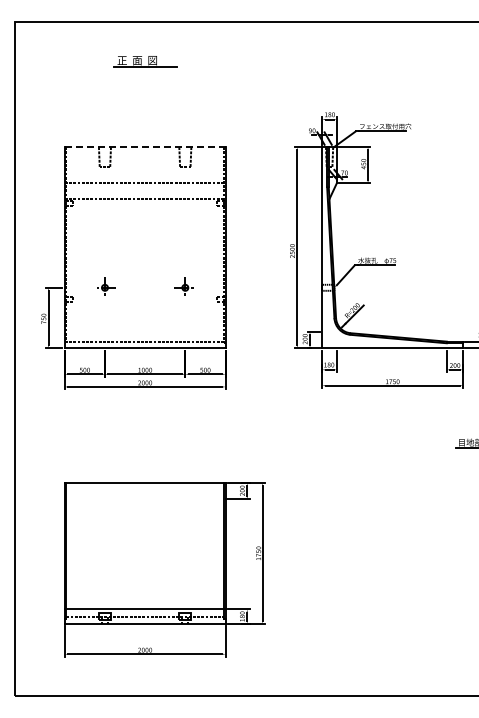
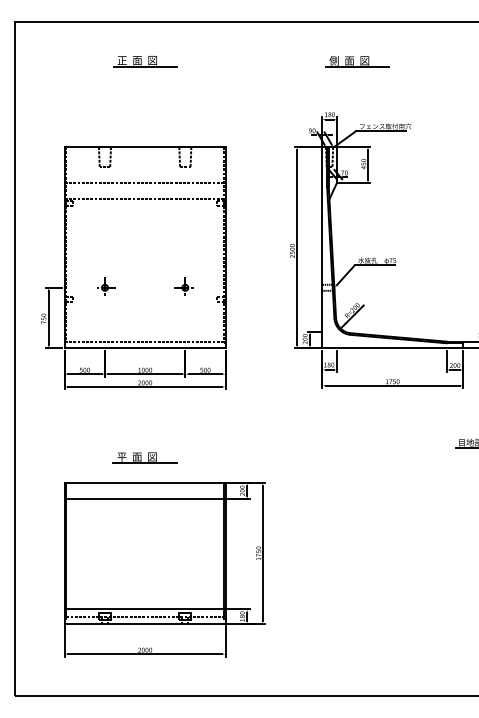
part at (357, 61): none -> present
line at (144, 147): dashed -> solid
part at (144, 457): none -> present
line at (144, 499): none -> present
